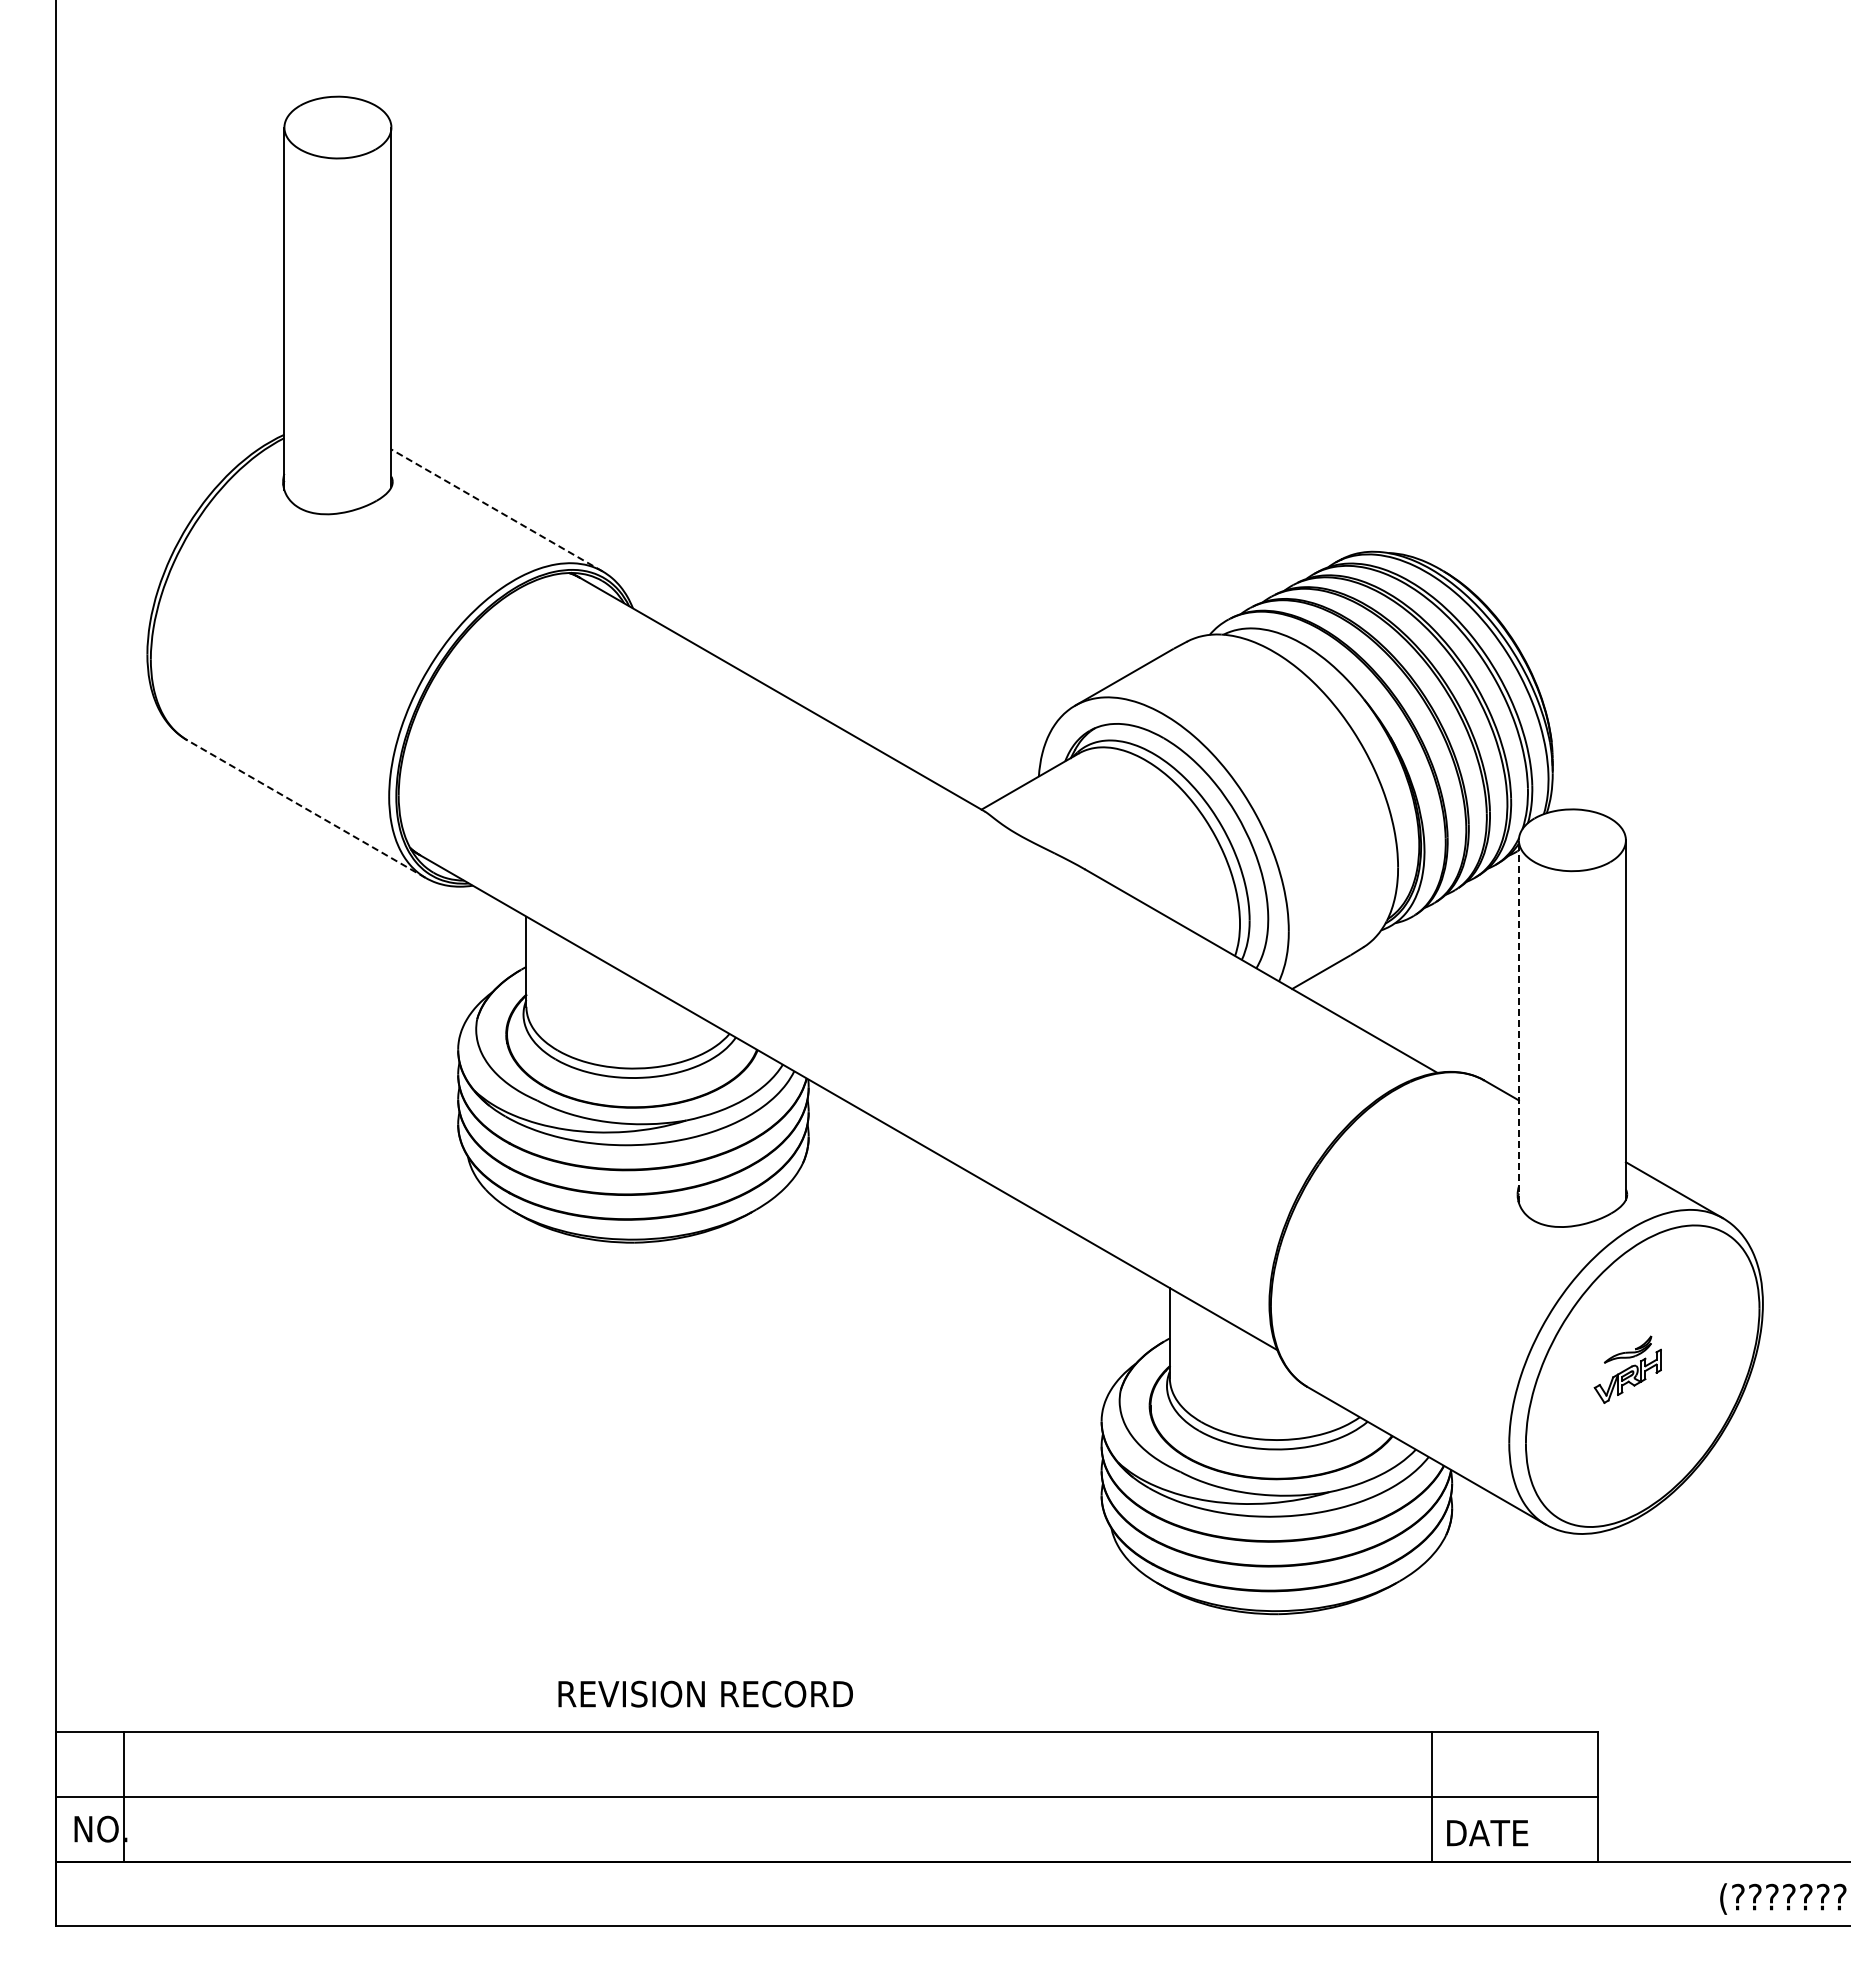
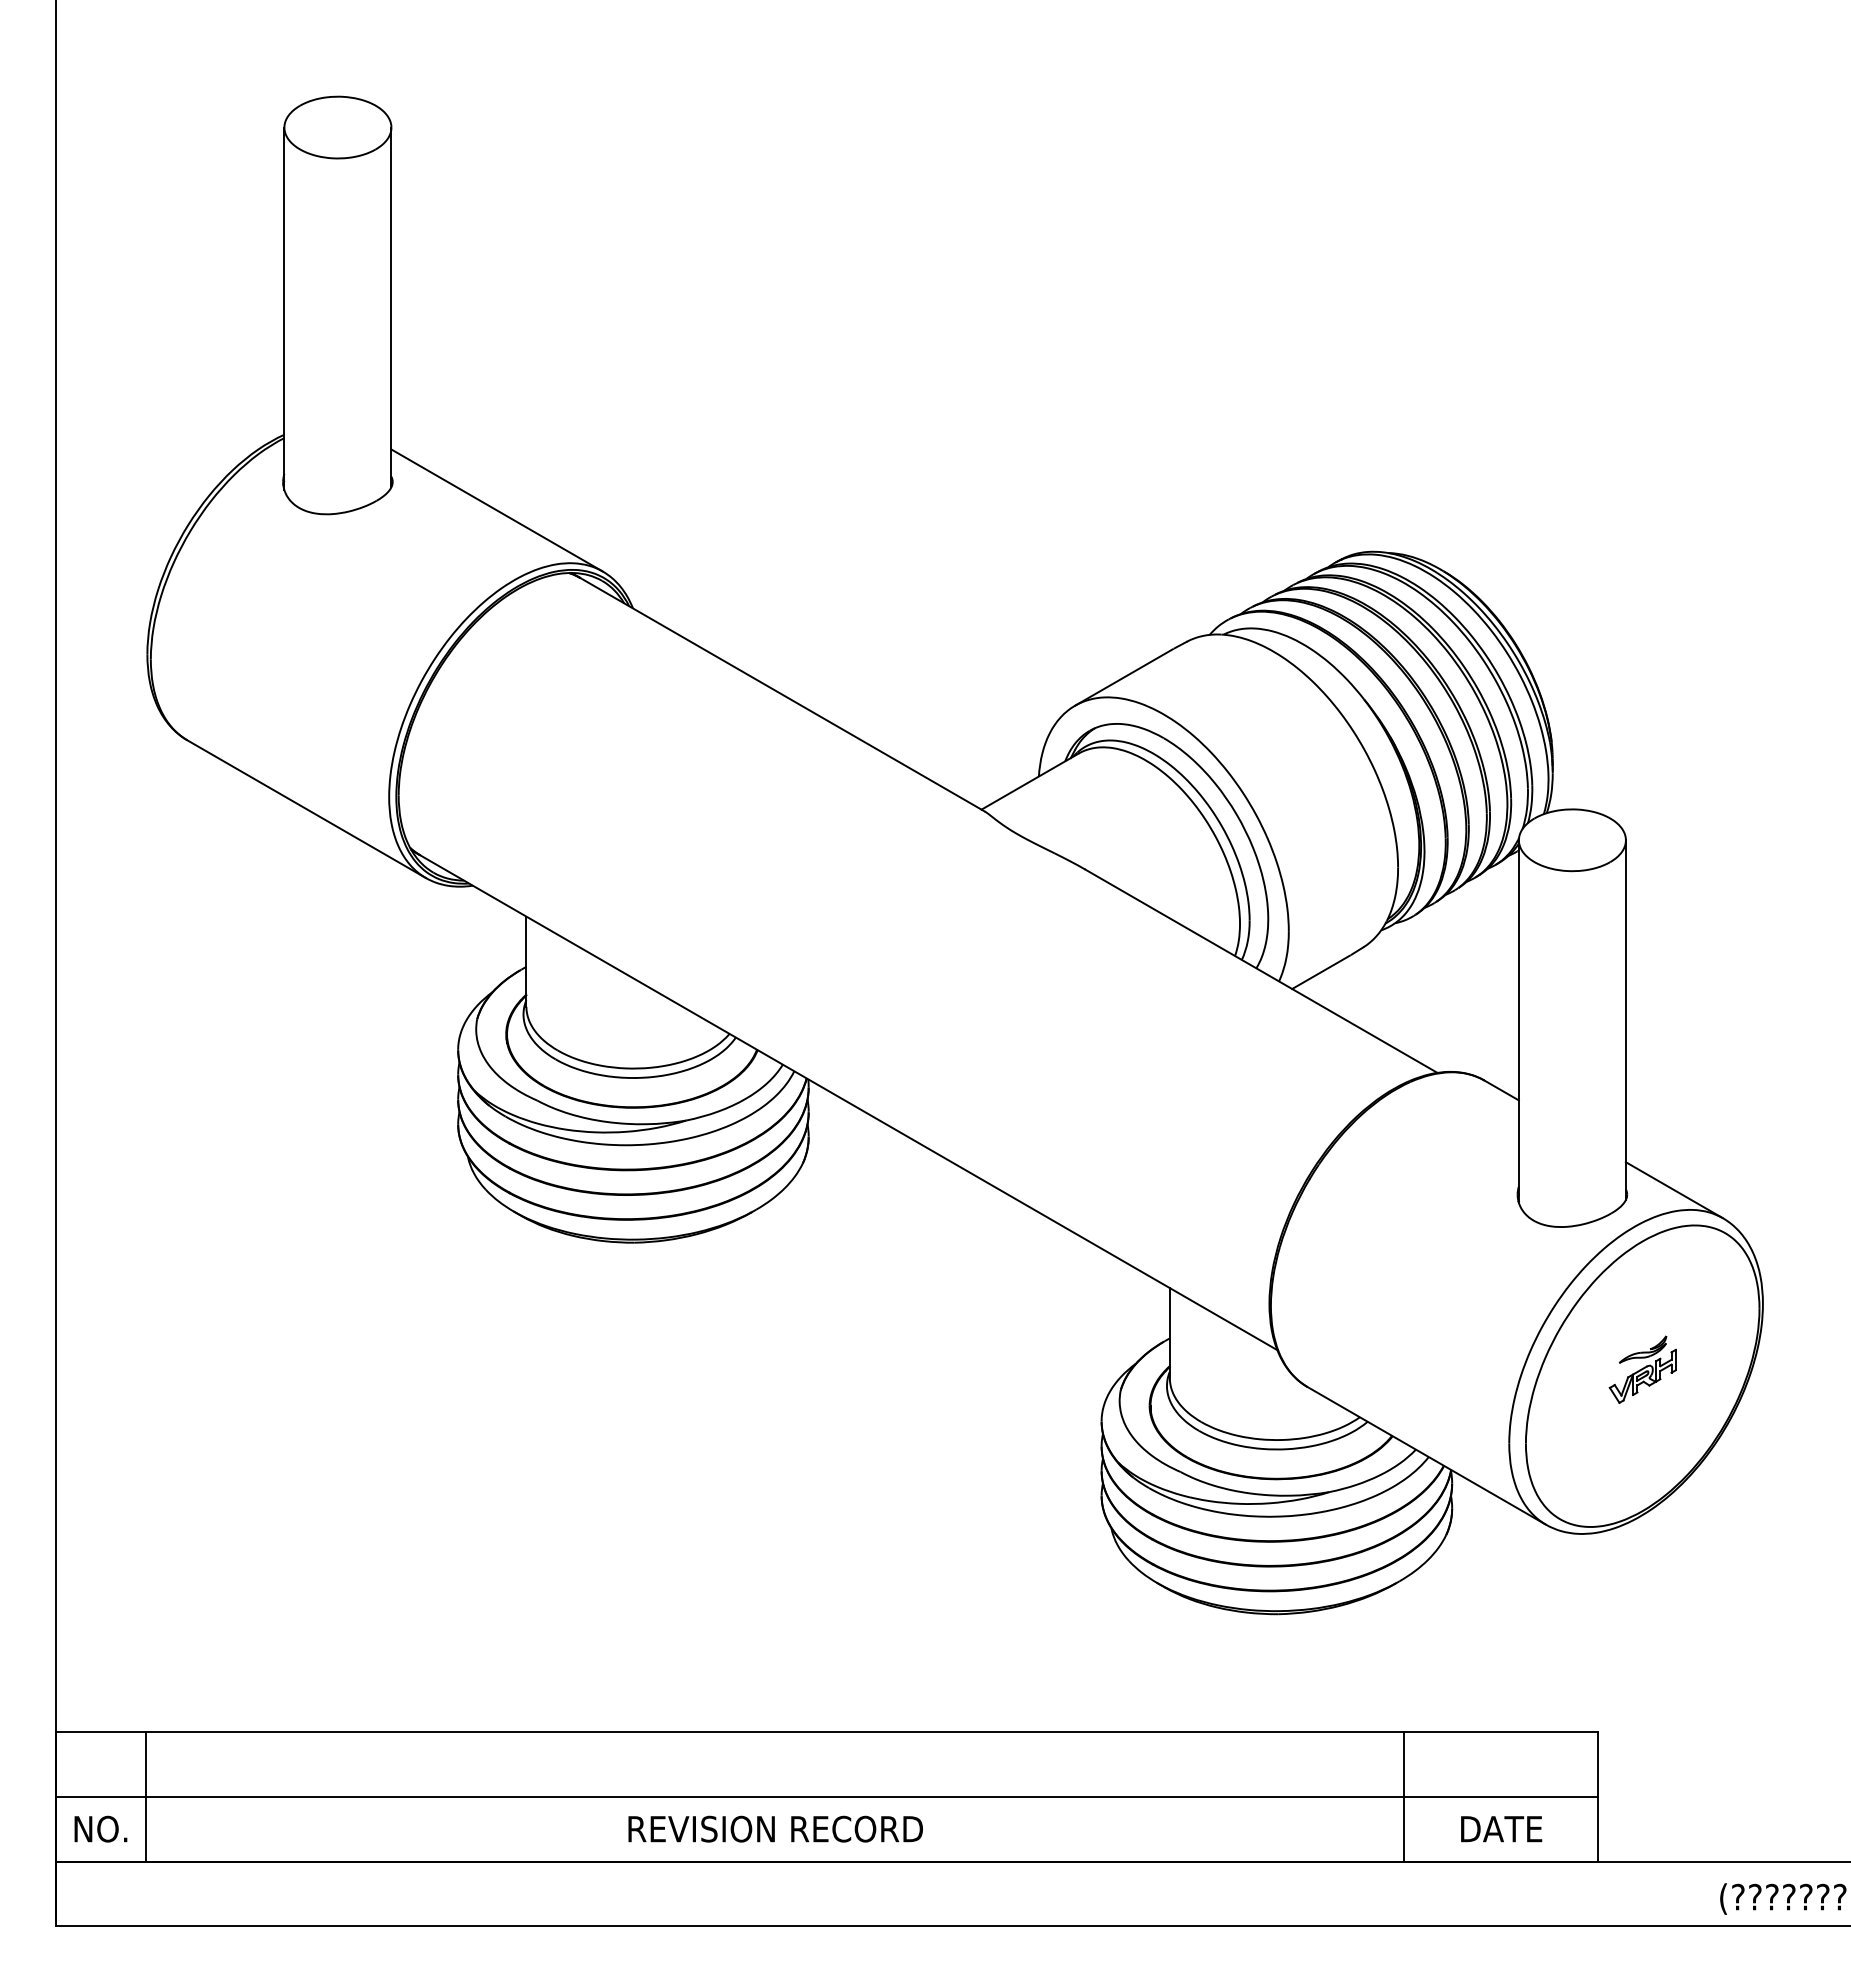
line at (496, 510): dashed -> solid
line at (306, 809): dashed -> solid
line at (1518, 1021): dashed -> solid
part at (1627, 1369) position: (1627, 1369) -> (1642, 1369)
text at (705, 1693) position: (705, 1693) -> (775, 1828)
line at (124, 1796) position: (124, 1796) -> (146, 1796)
line at (1431, 1796) position: (1431, 1796) -> (1403, 1796)
text at (1487, 1833) position: (1487, 1833) -> (1501, 1829)
